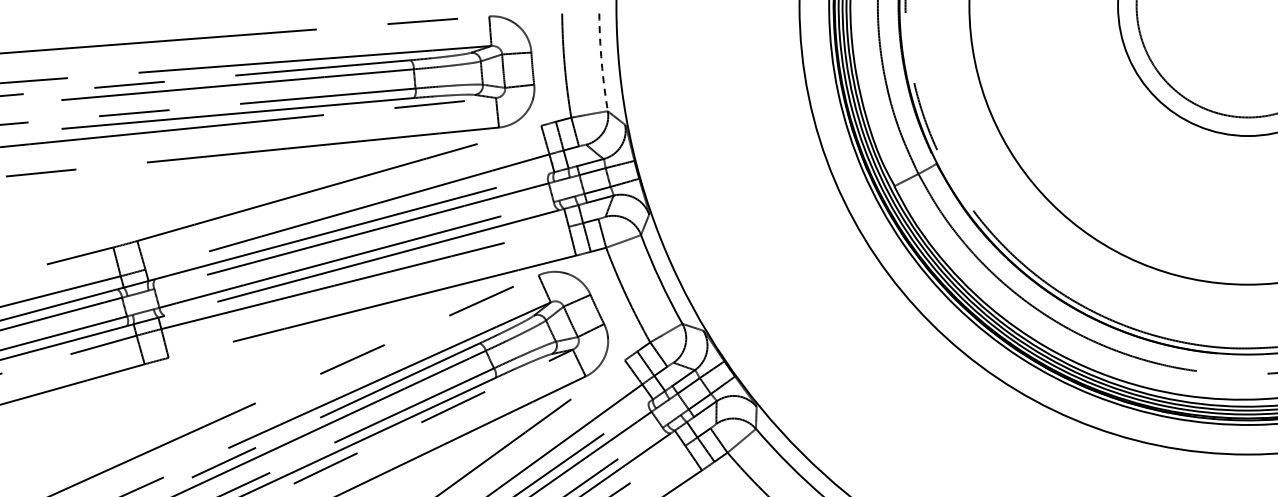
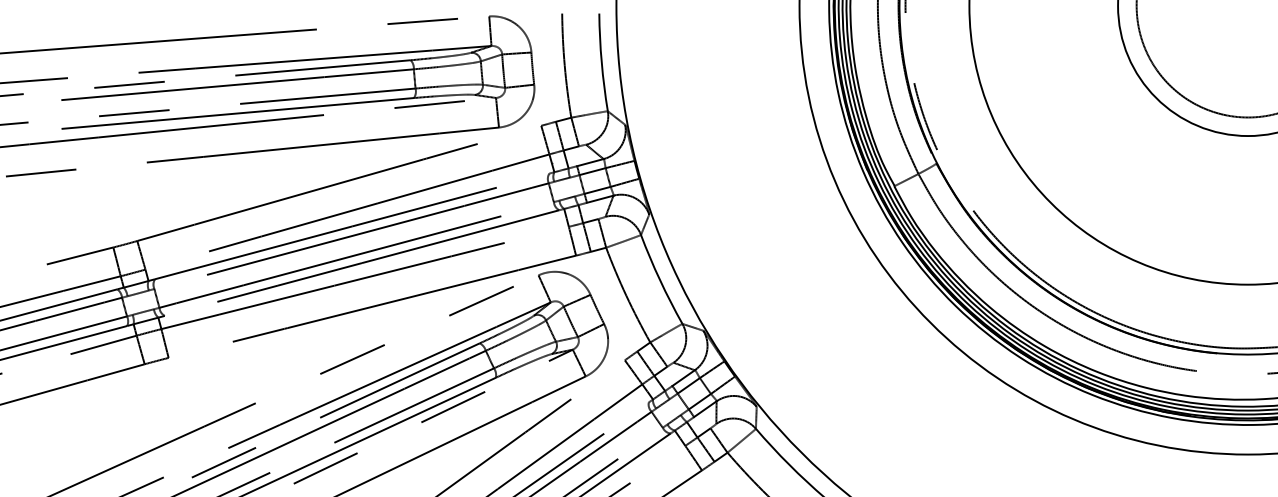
arc at (601, 62): dashed -> solid
